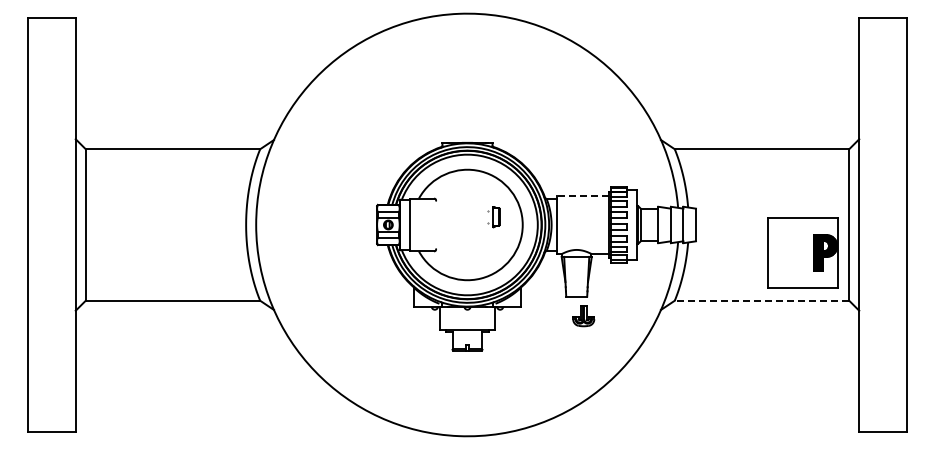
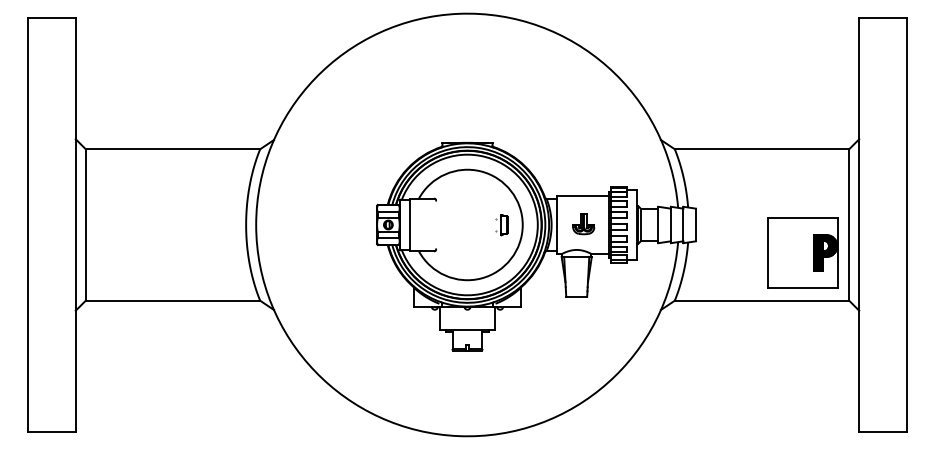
line at (582, 196): dashed -> solid
part at (493, 217) position: (493, 217) -> (501, 225)
line at (761, 300): dashed -> solid
part at (583, 316) position: (583, 316) -> (583, 224)
